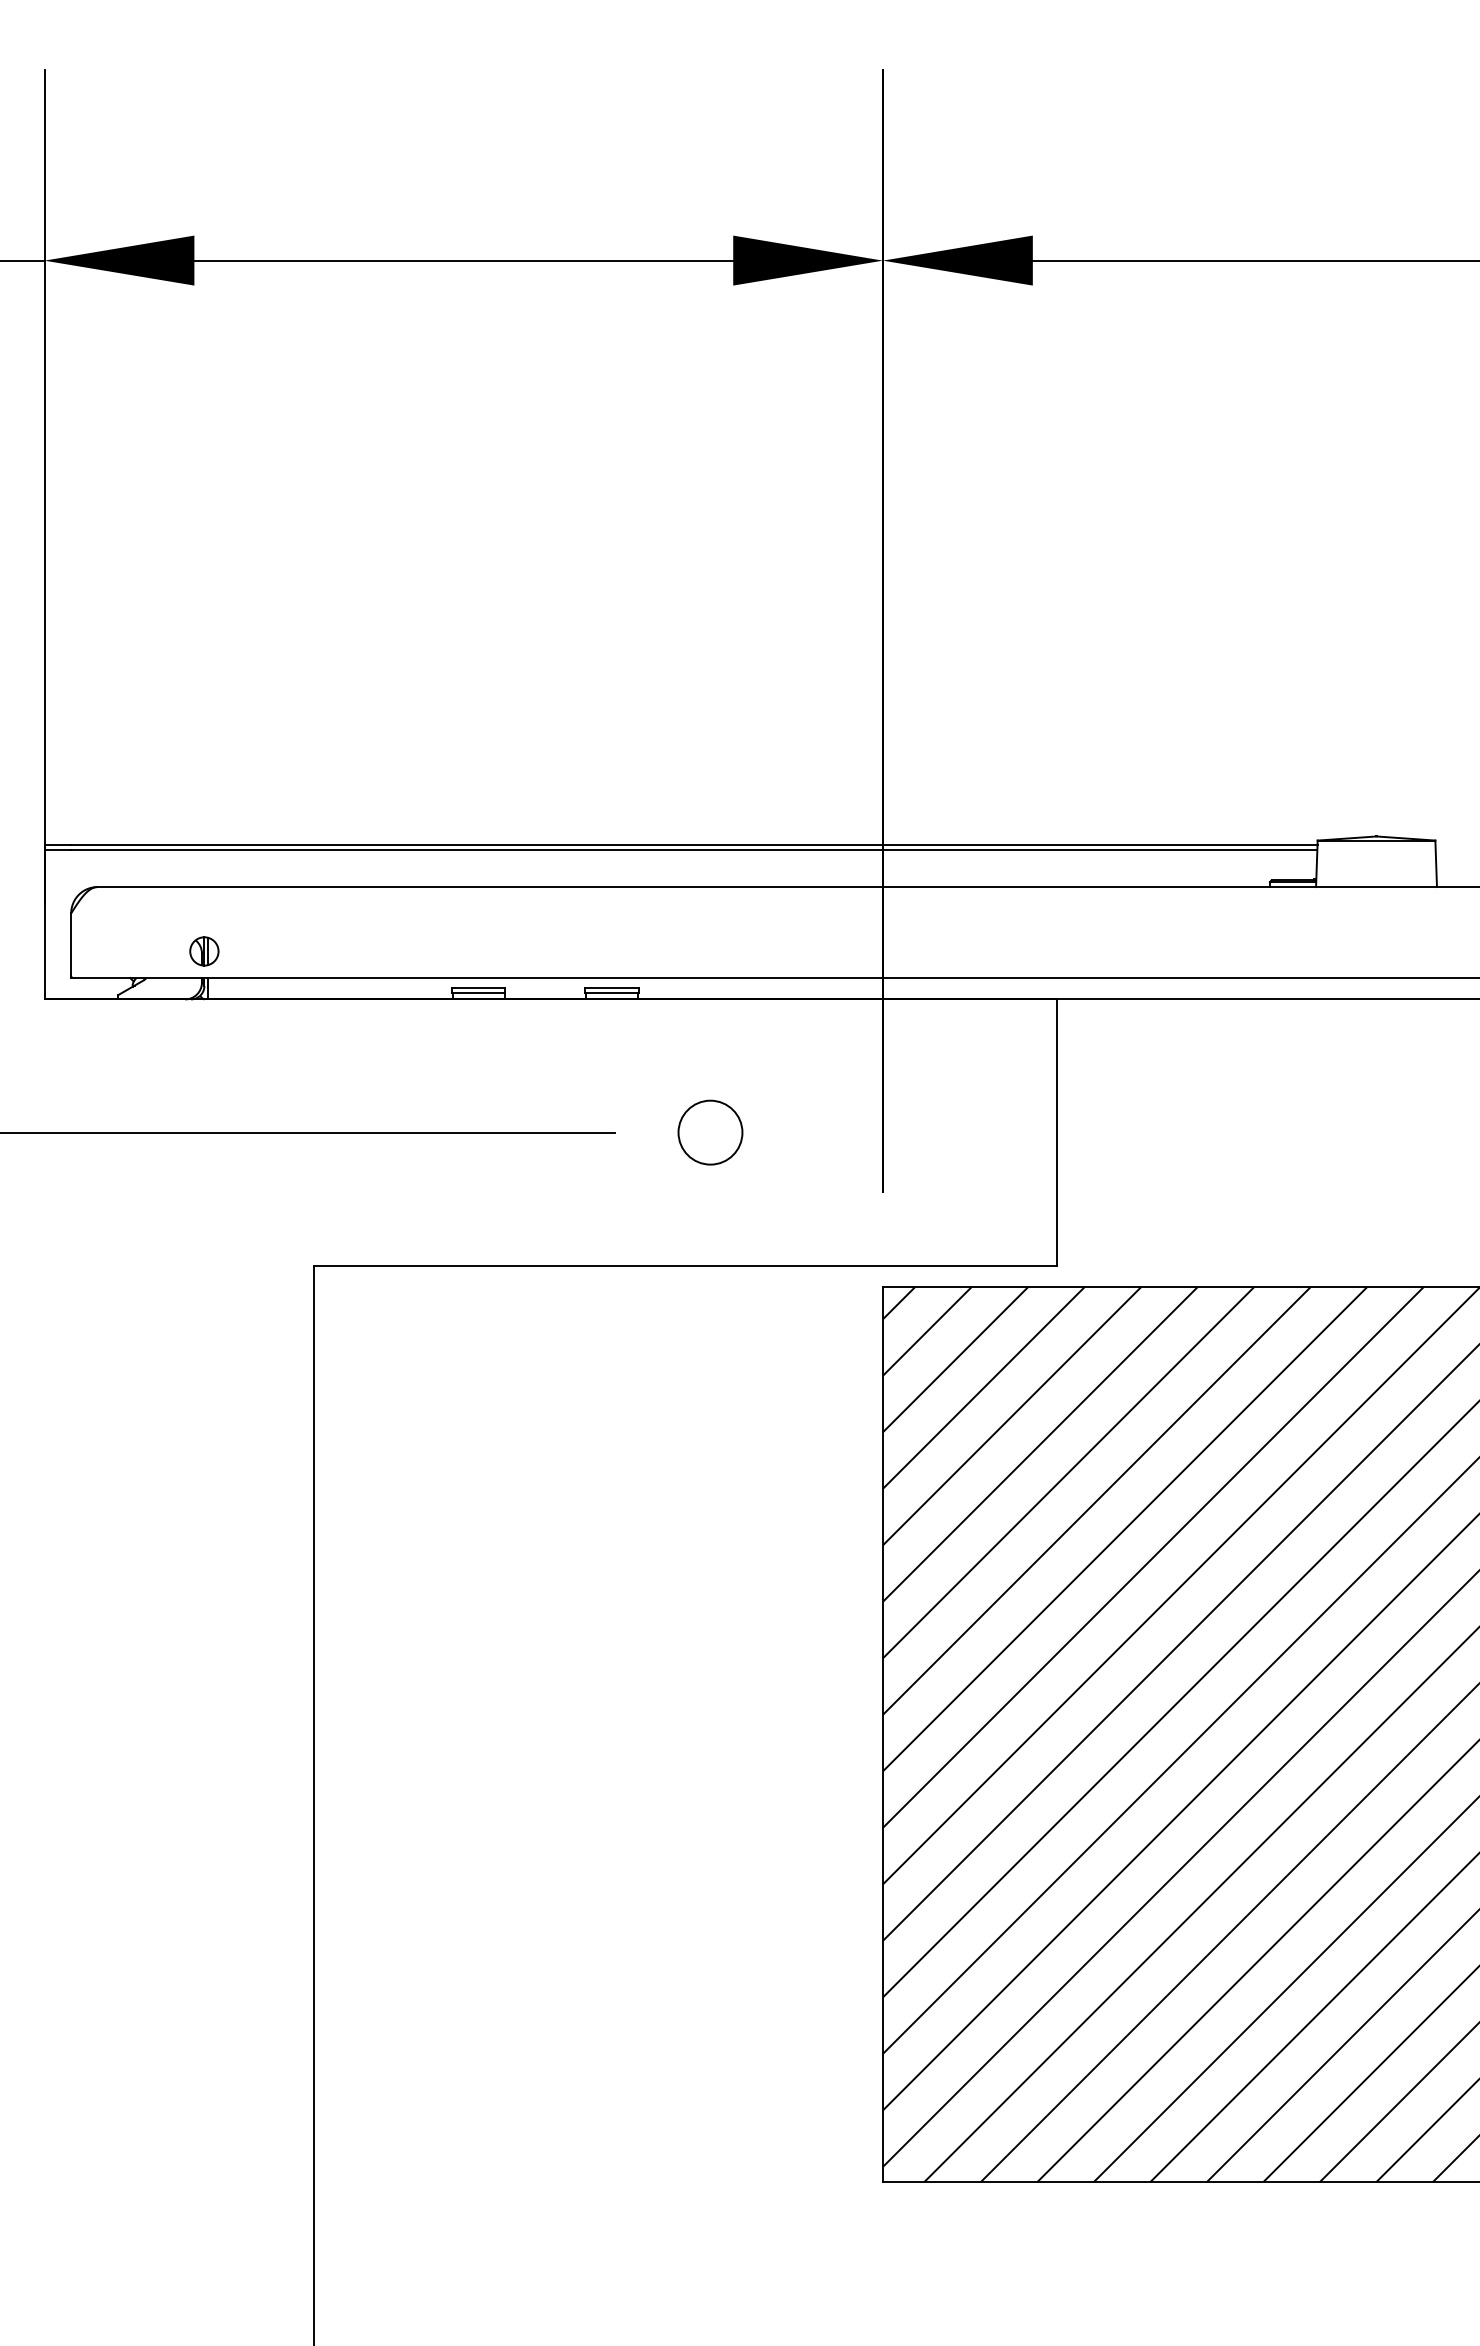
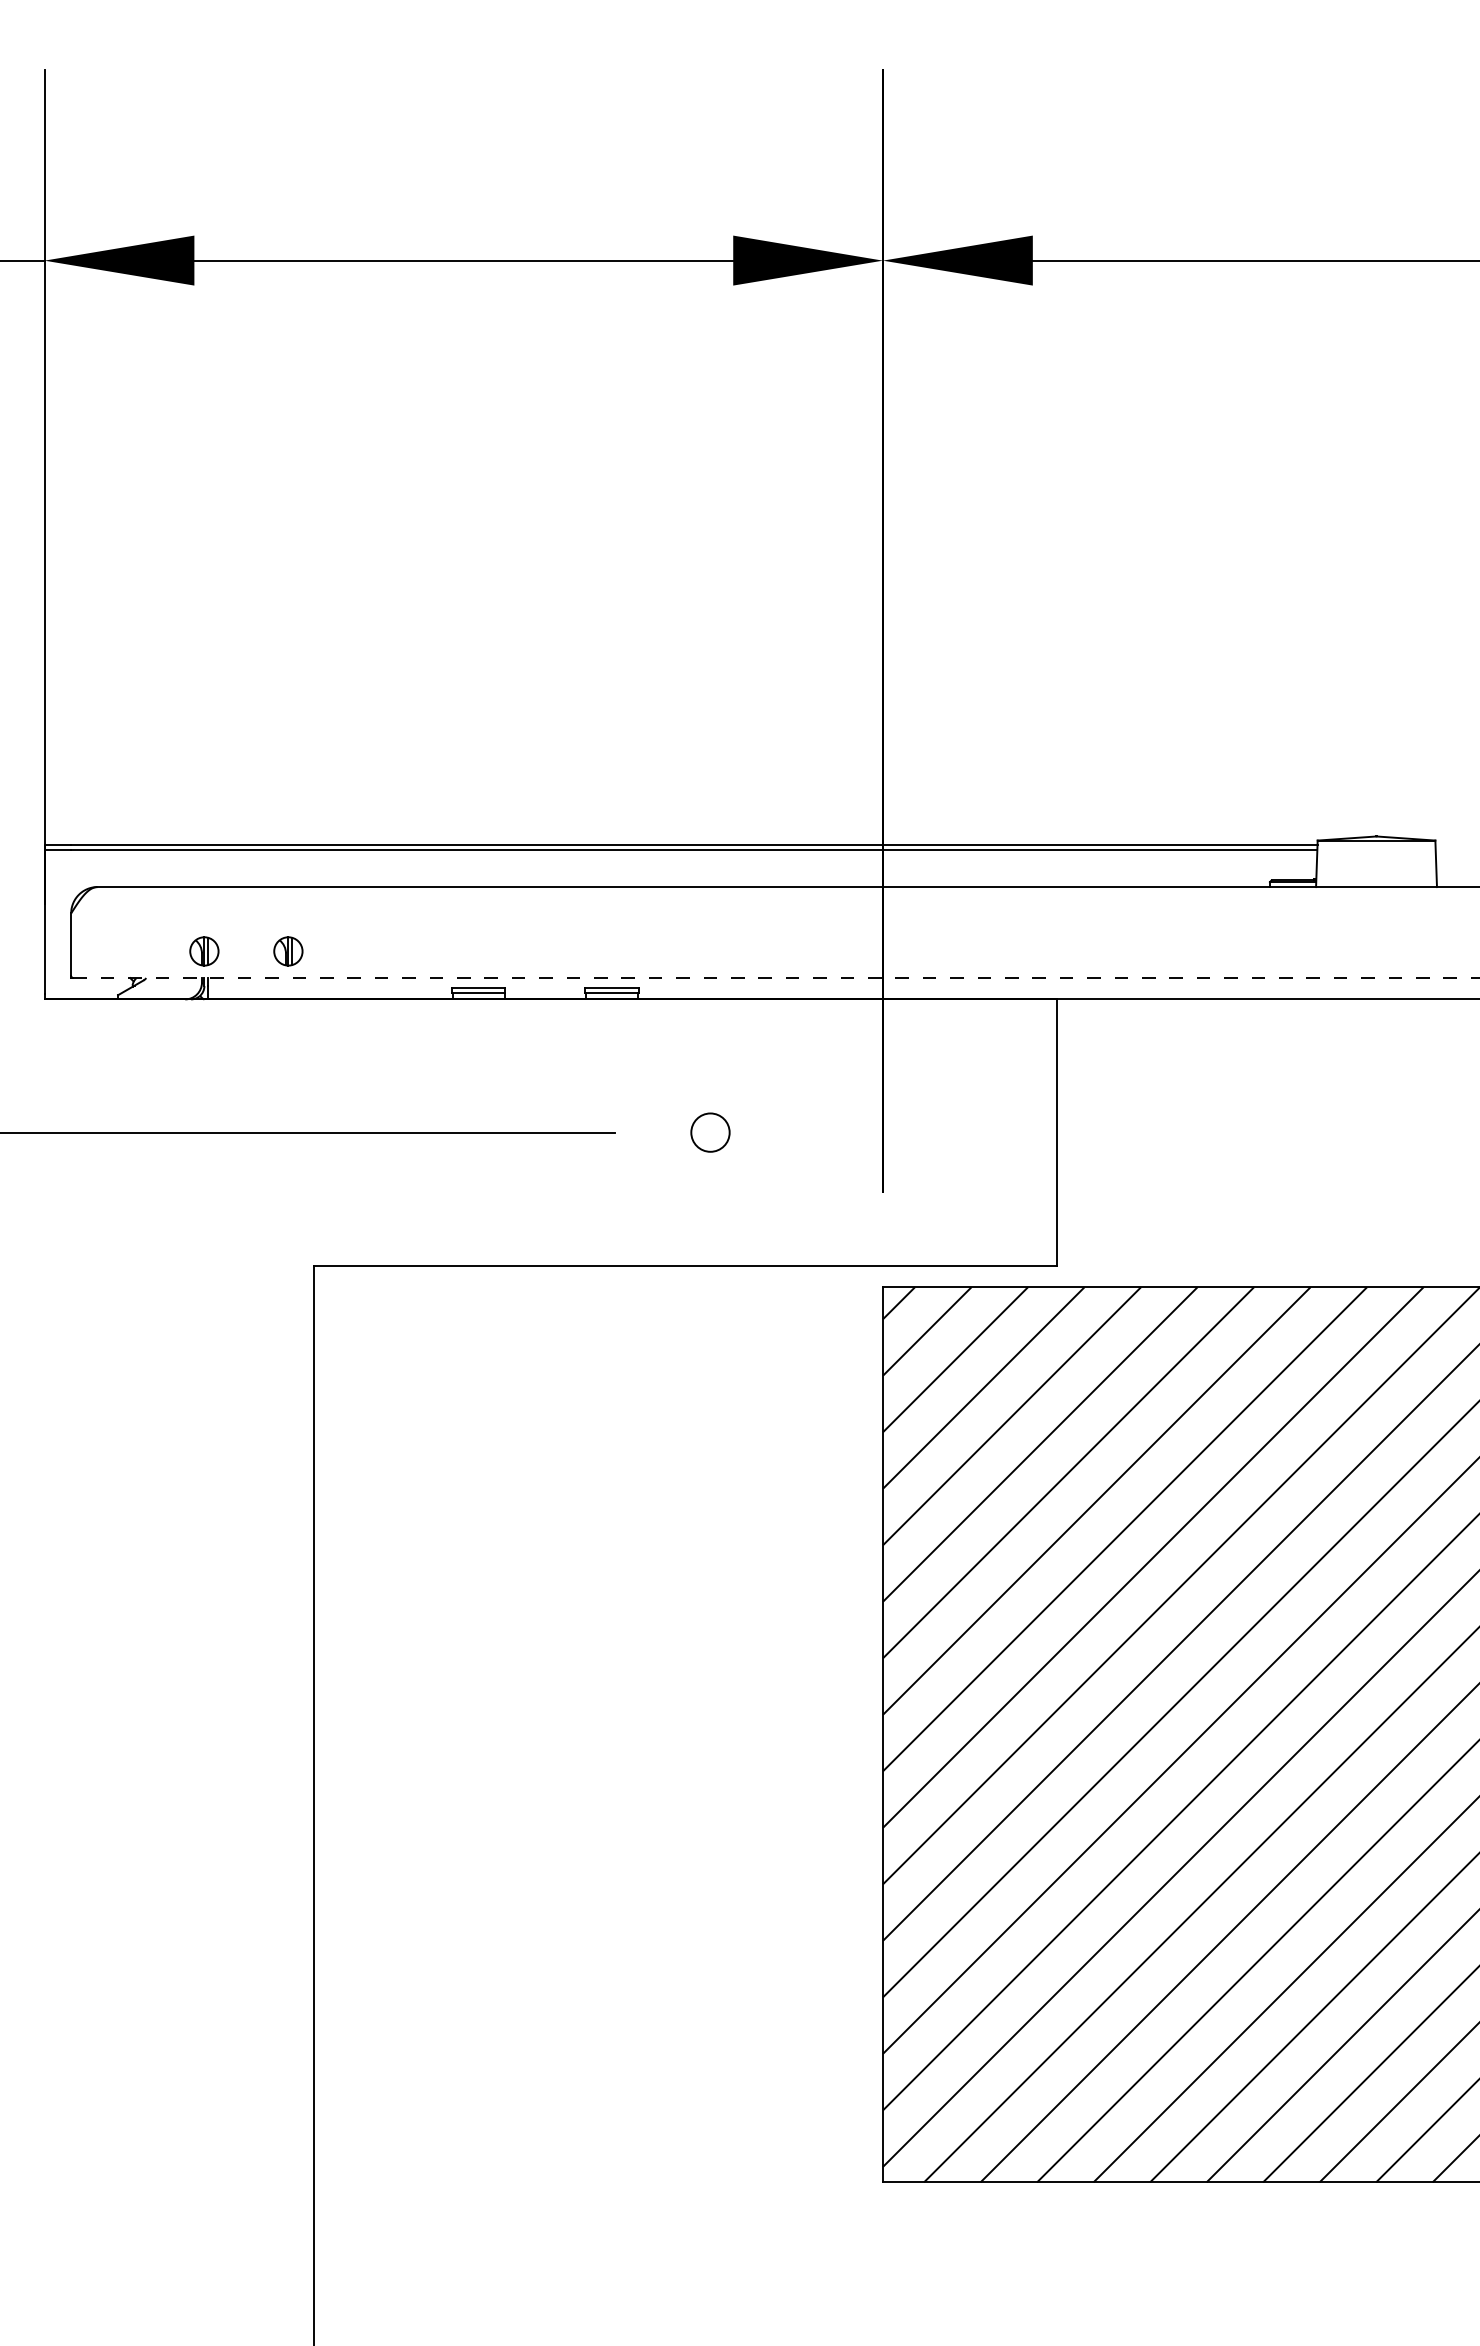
part at (288, 951): none -> present
line at (776, 978): solid -> dashed
circle at (710, 1132) diameter: 64 px -> 38 px
